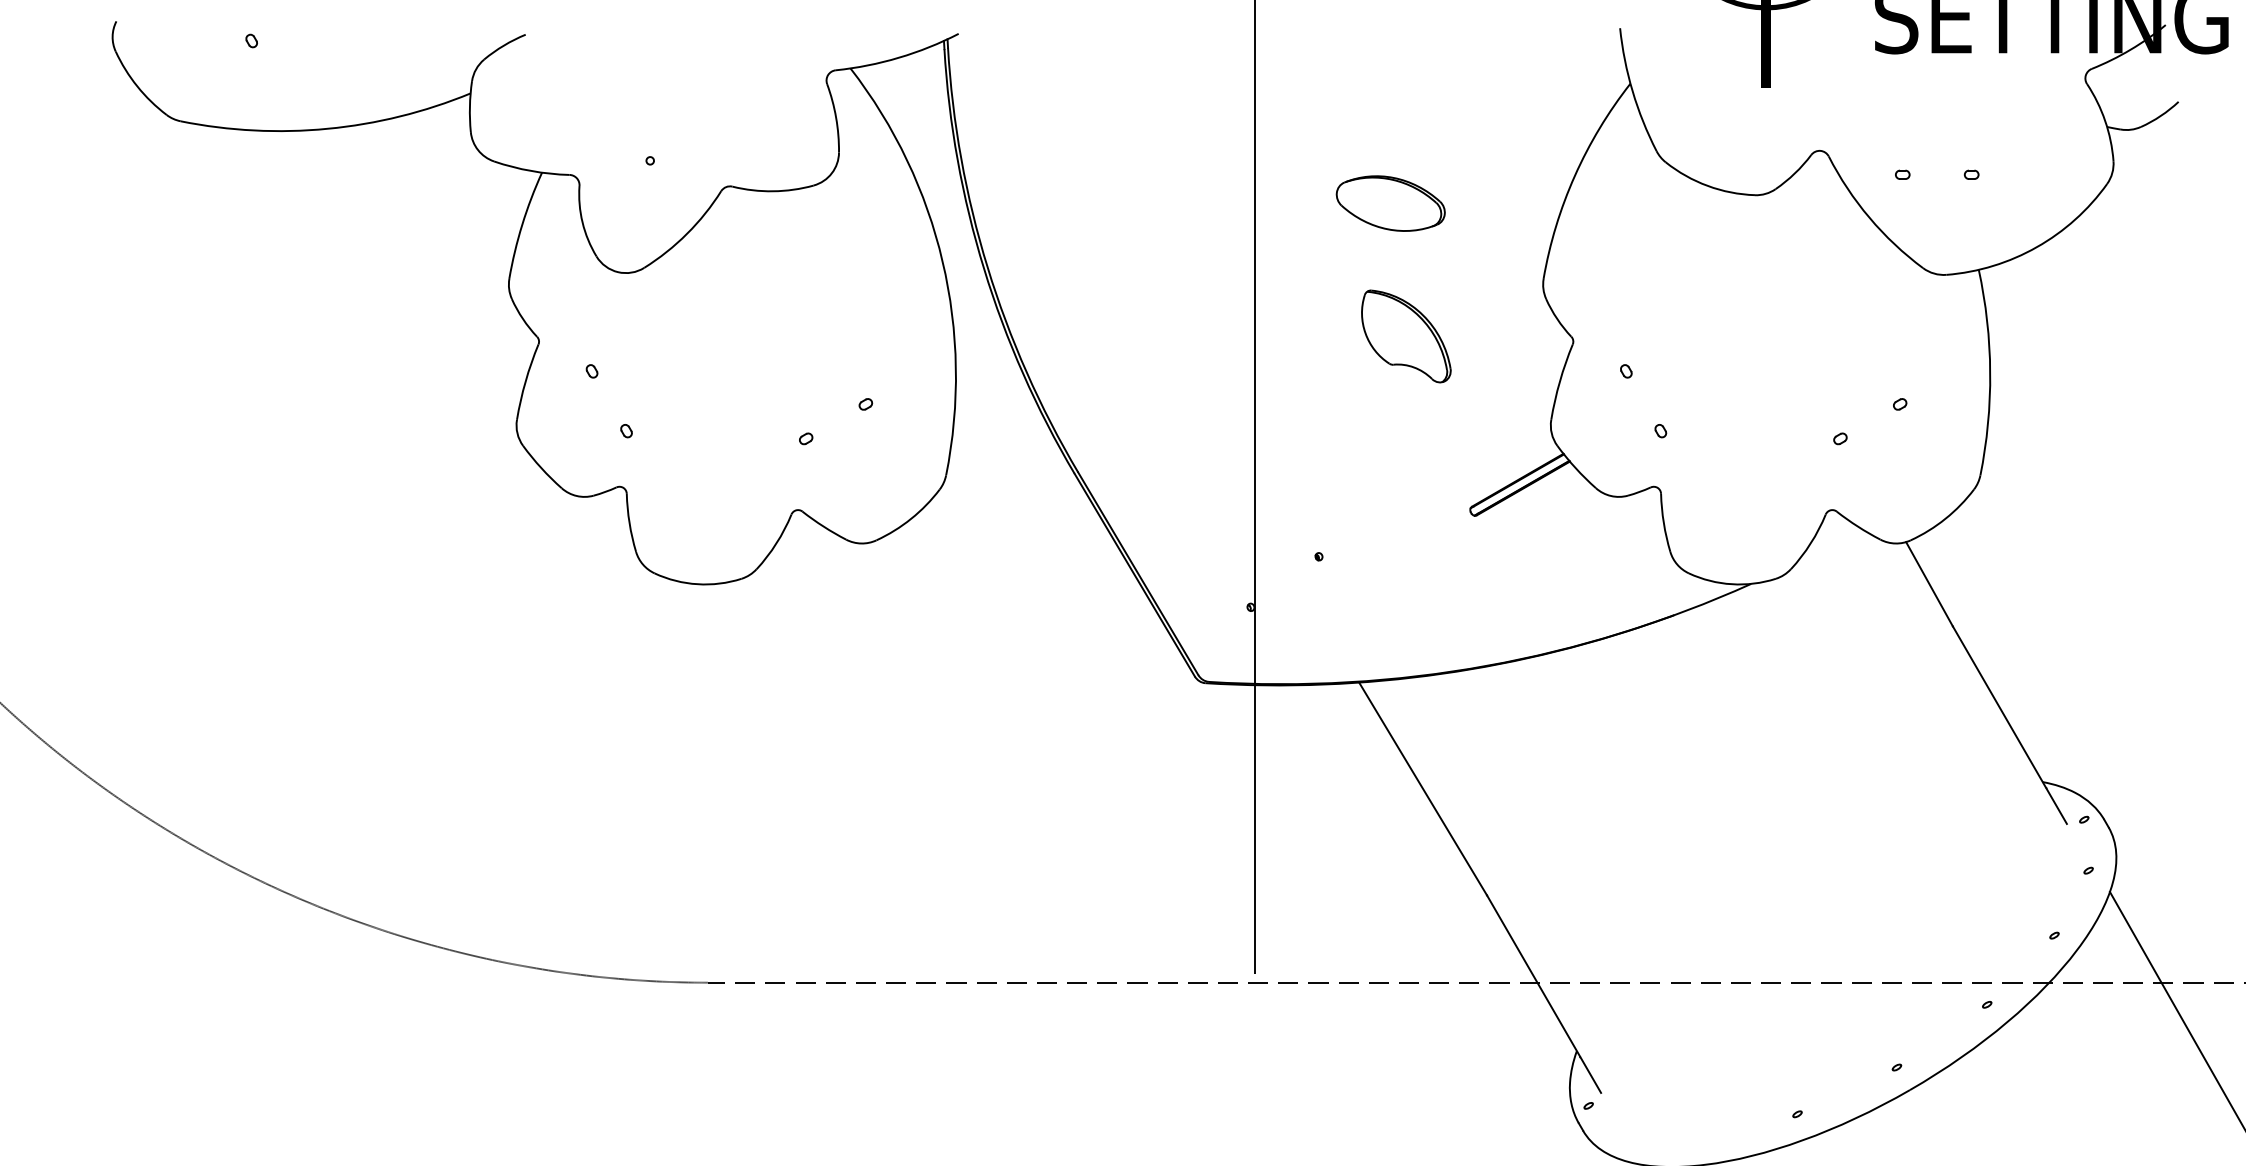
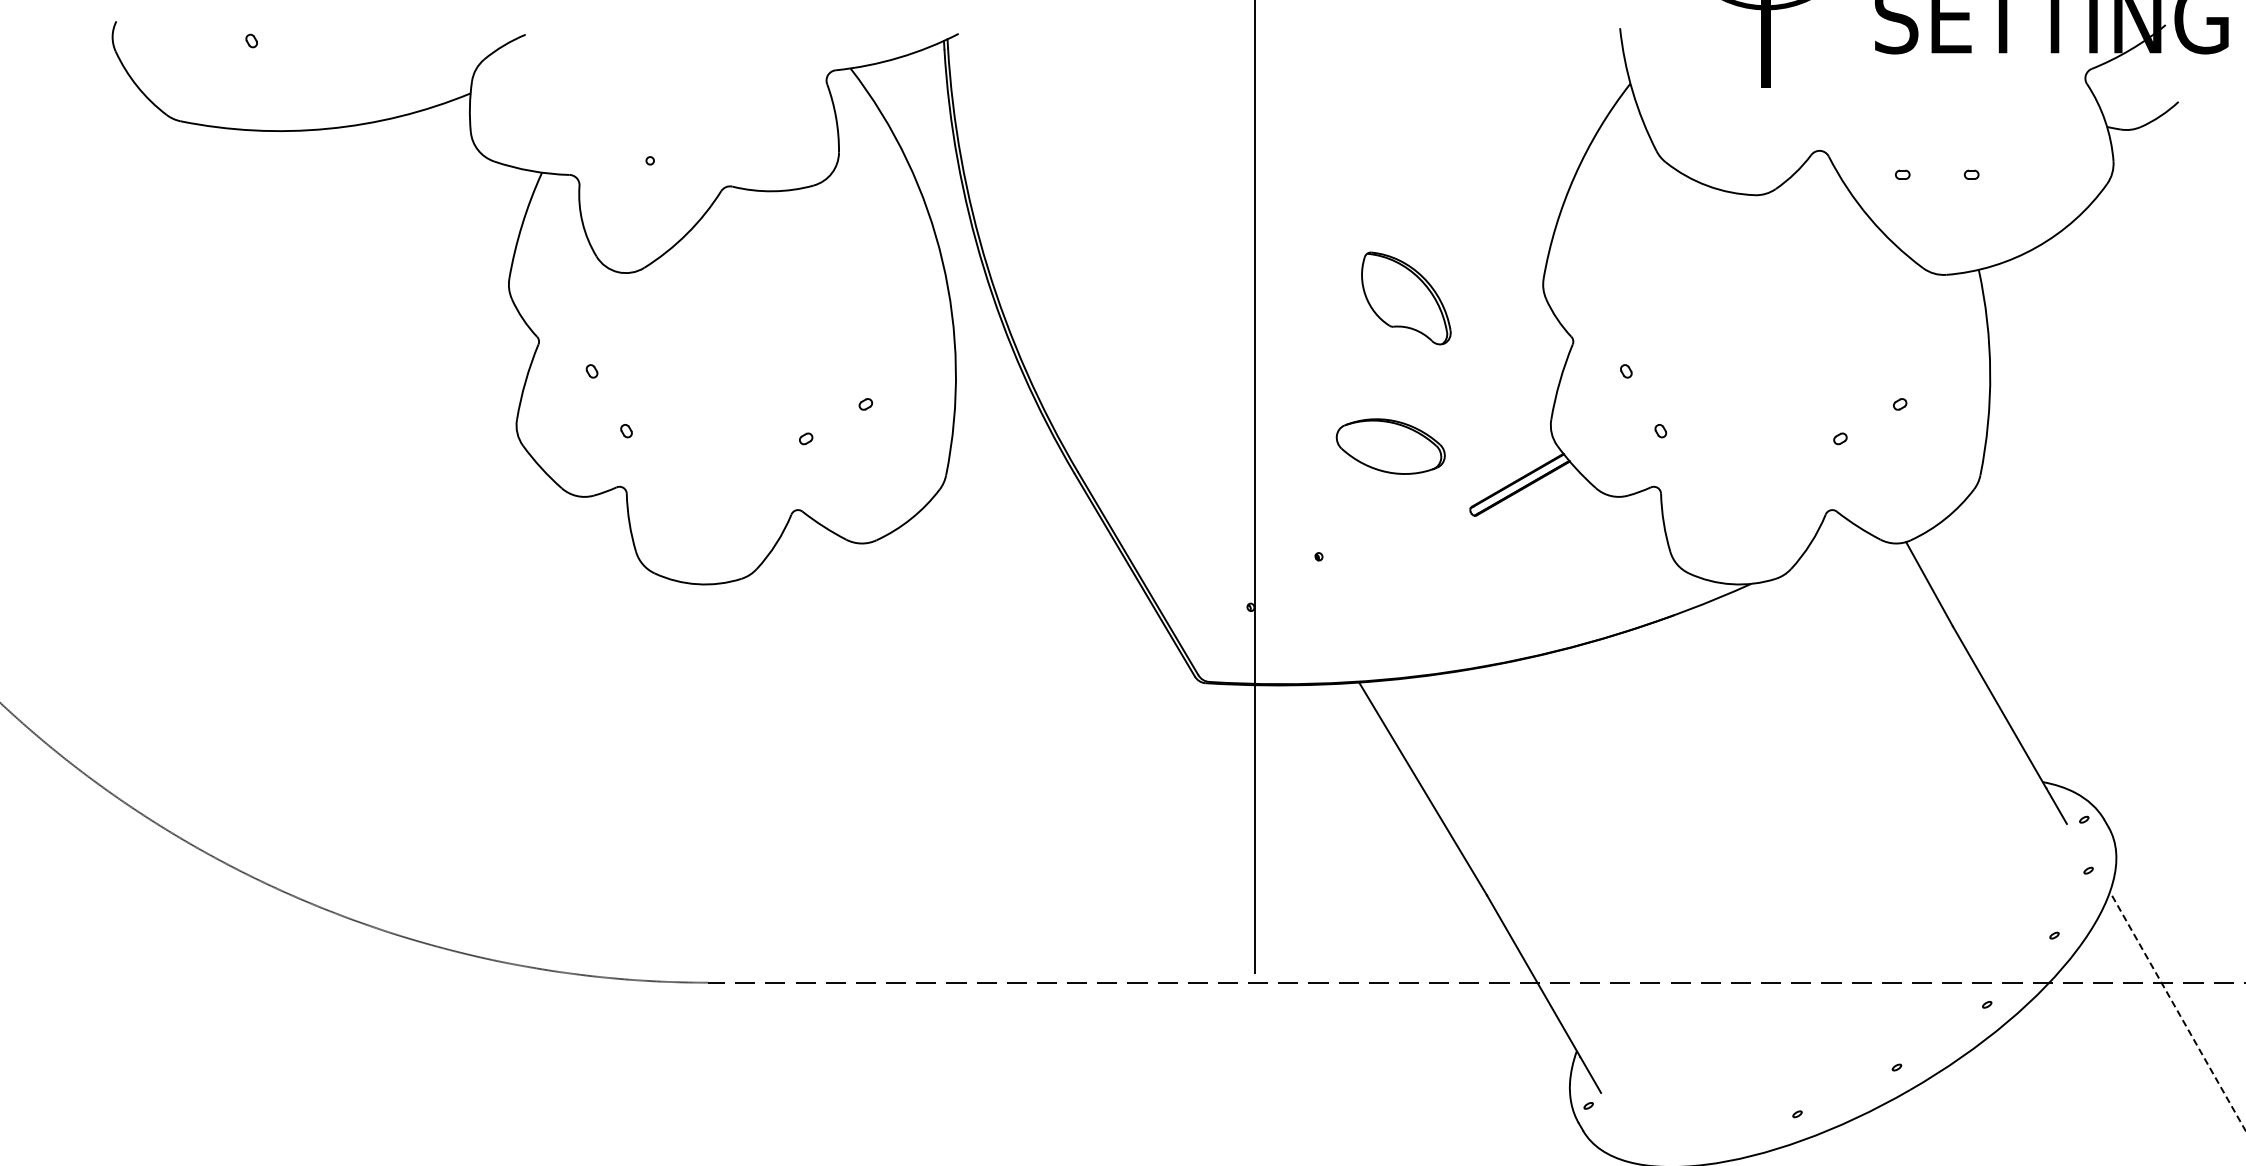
part at (1390, 203) position: (1390, 203) -> (1390, 446)
part at (1406, 336) position: (1406, 336) -> (1406, 298)
line at (2177, 1010): solid -> dashed
